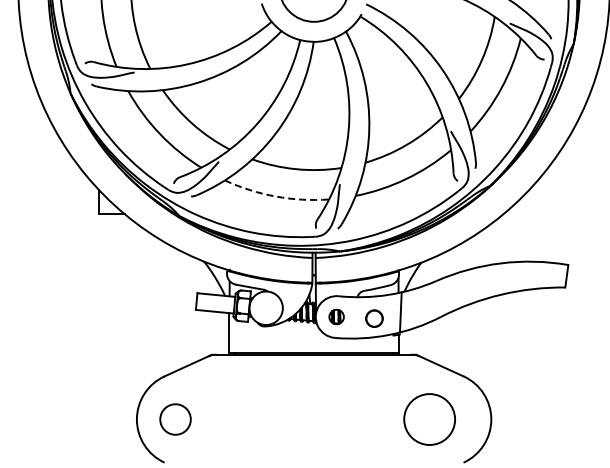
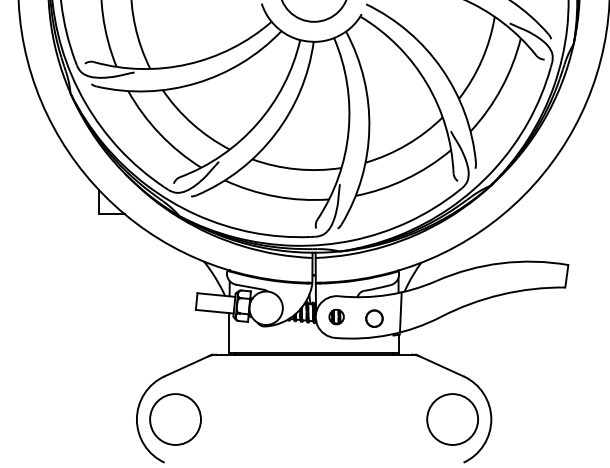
arc at (275, 196): dashed -> solid
circle at (175, 419) diameter: 31 px -> 51 px
circle at (429, 419) position: (429, 419) -> (452, 419)
